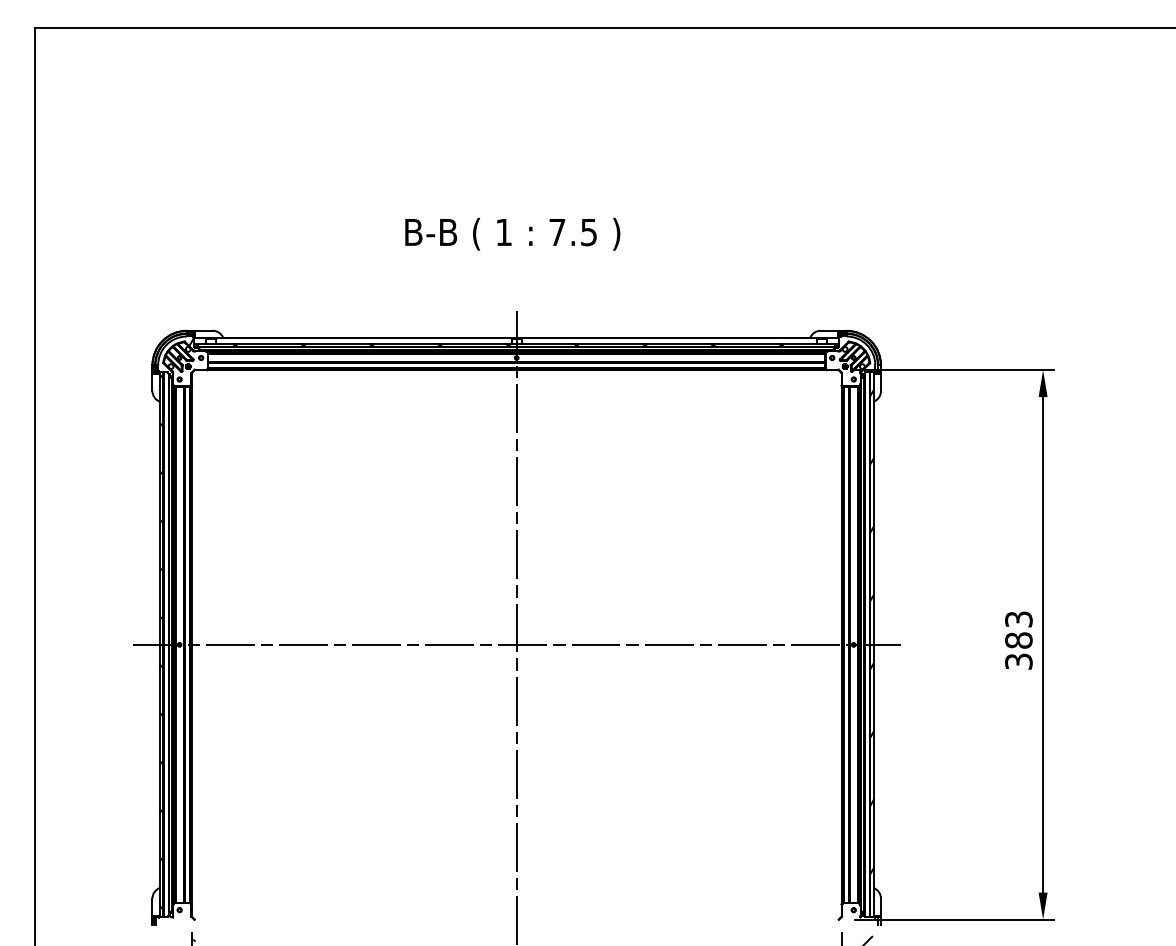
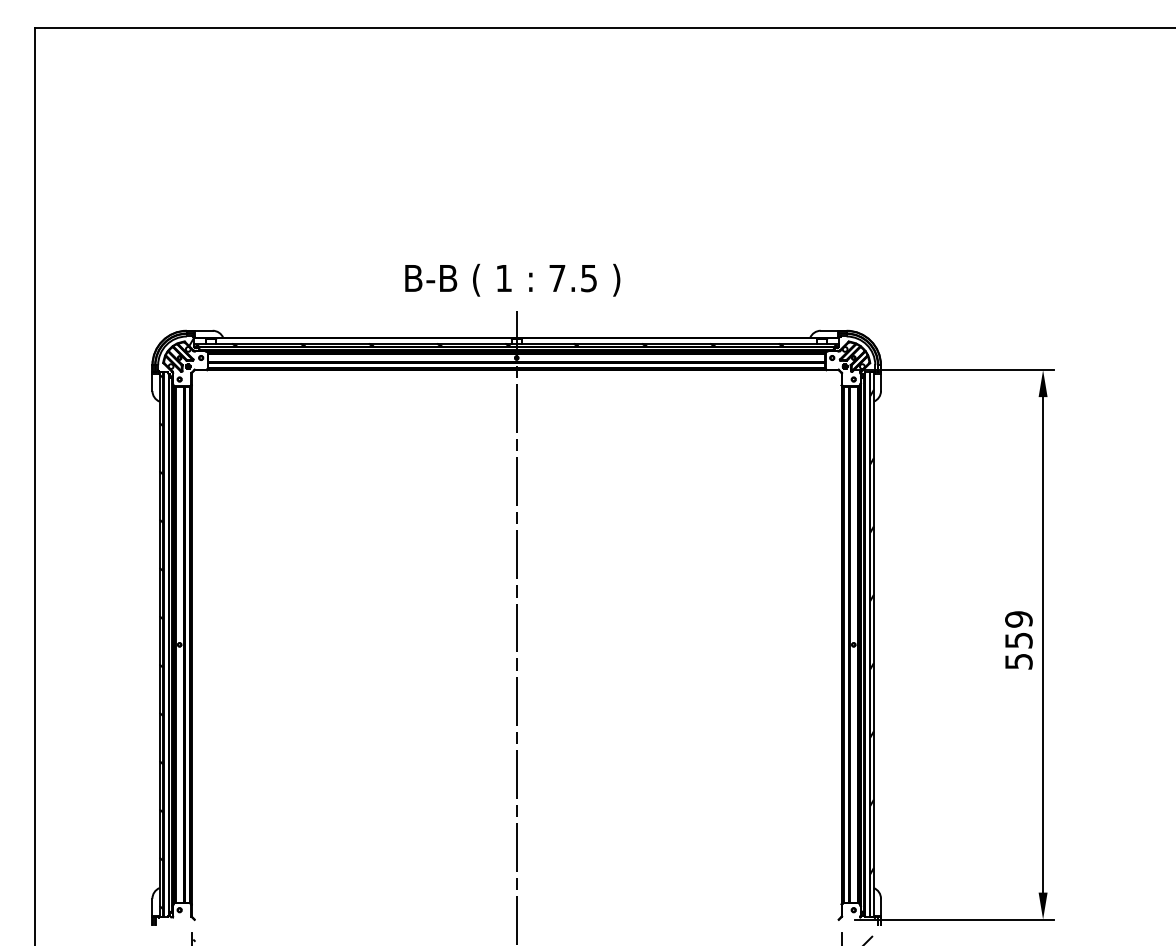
text at (512, 233) position: (512, 233) -> (512, 279)
text at (1018, 639): 383 -> 559
line at (516, 644): present -> none
